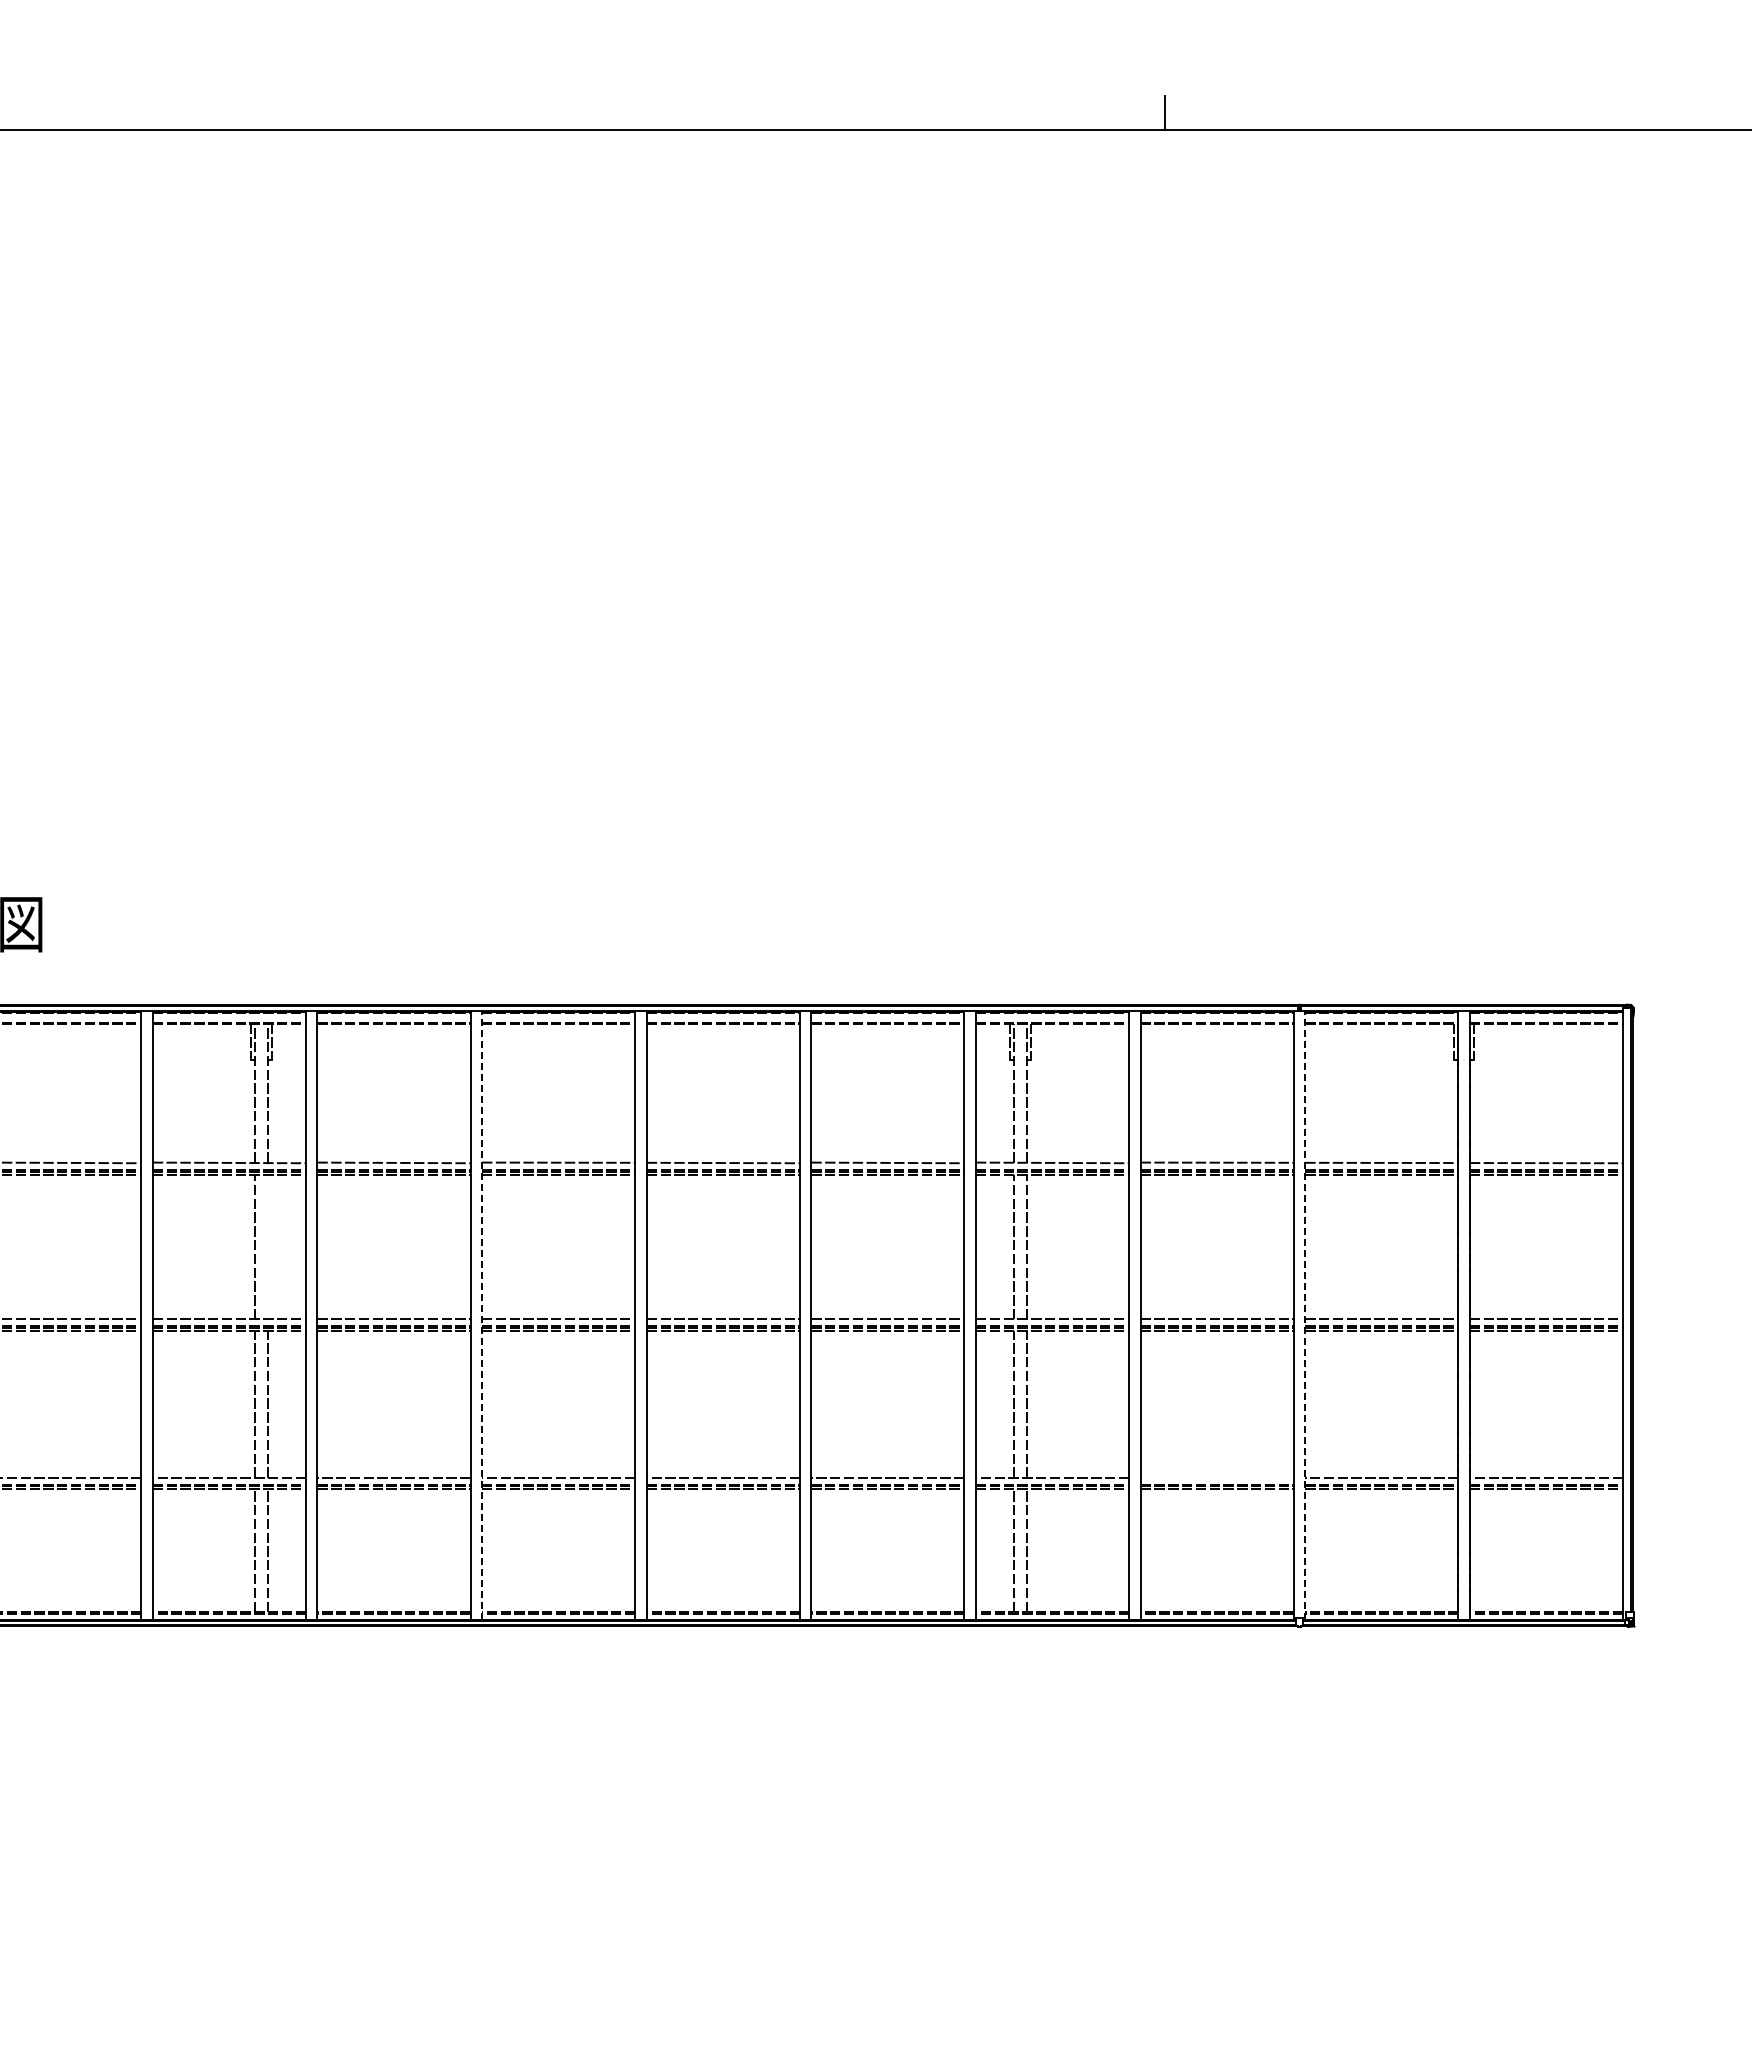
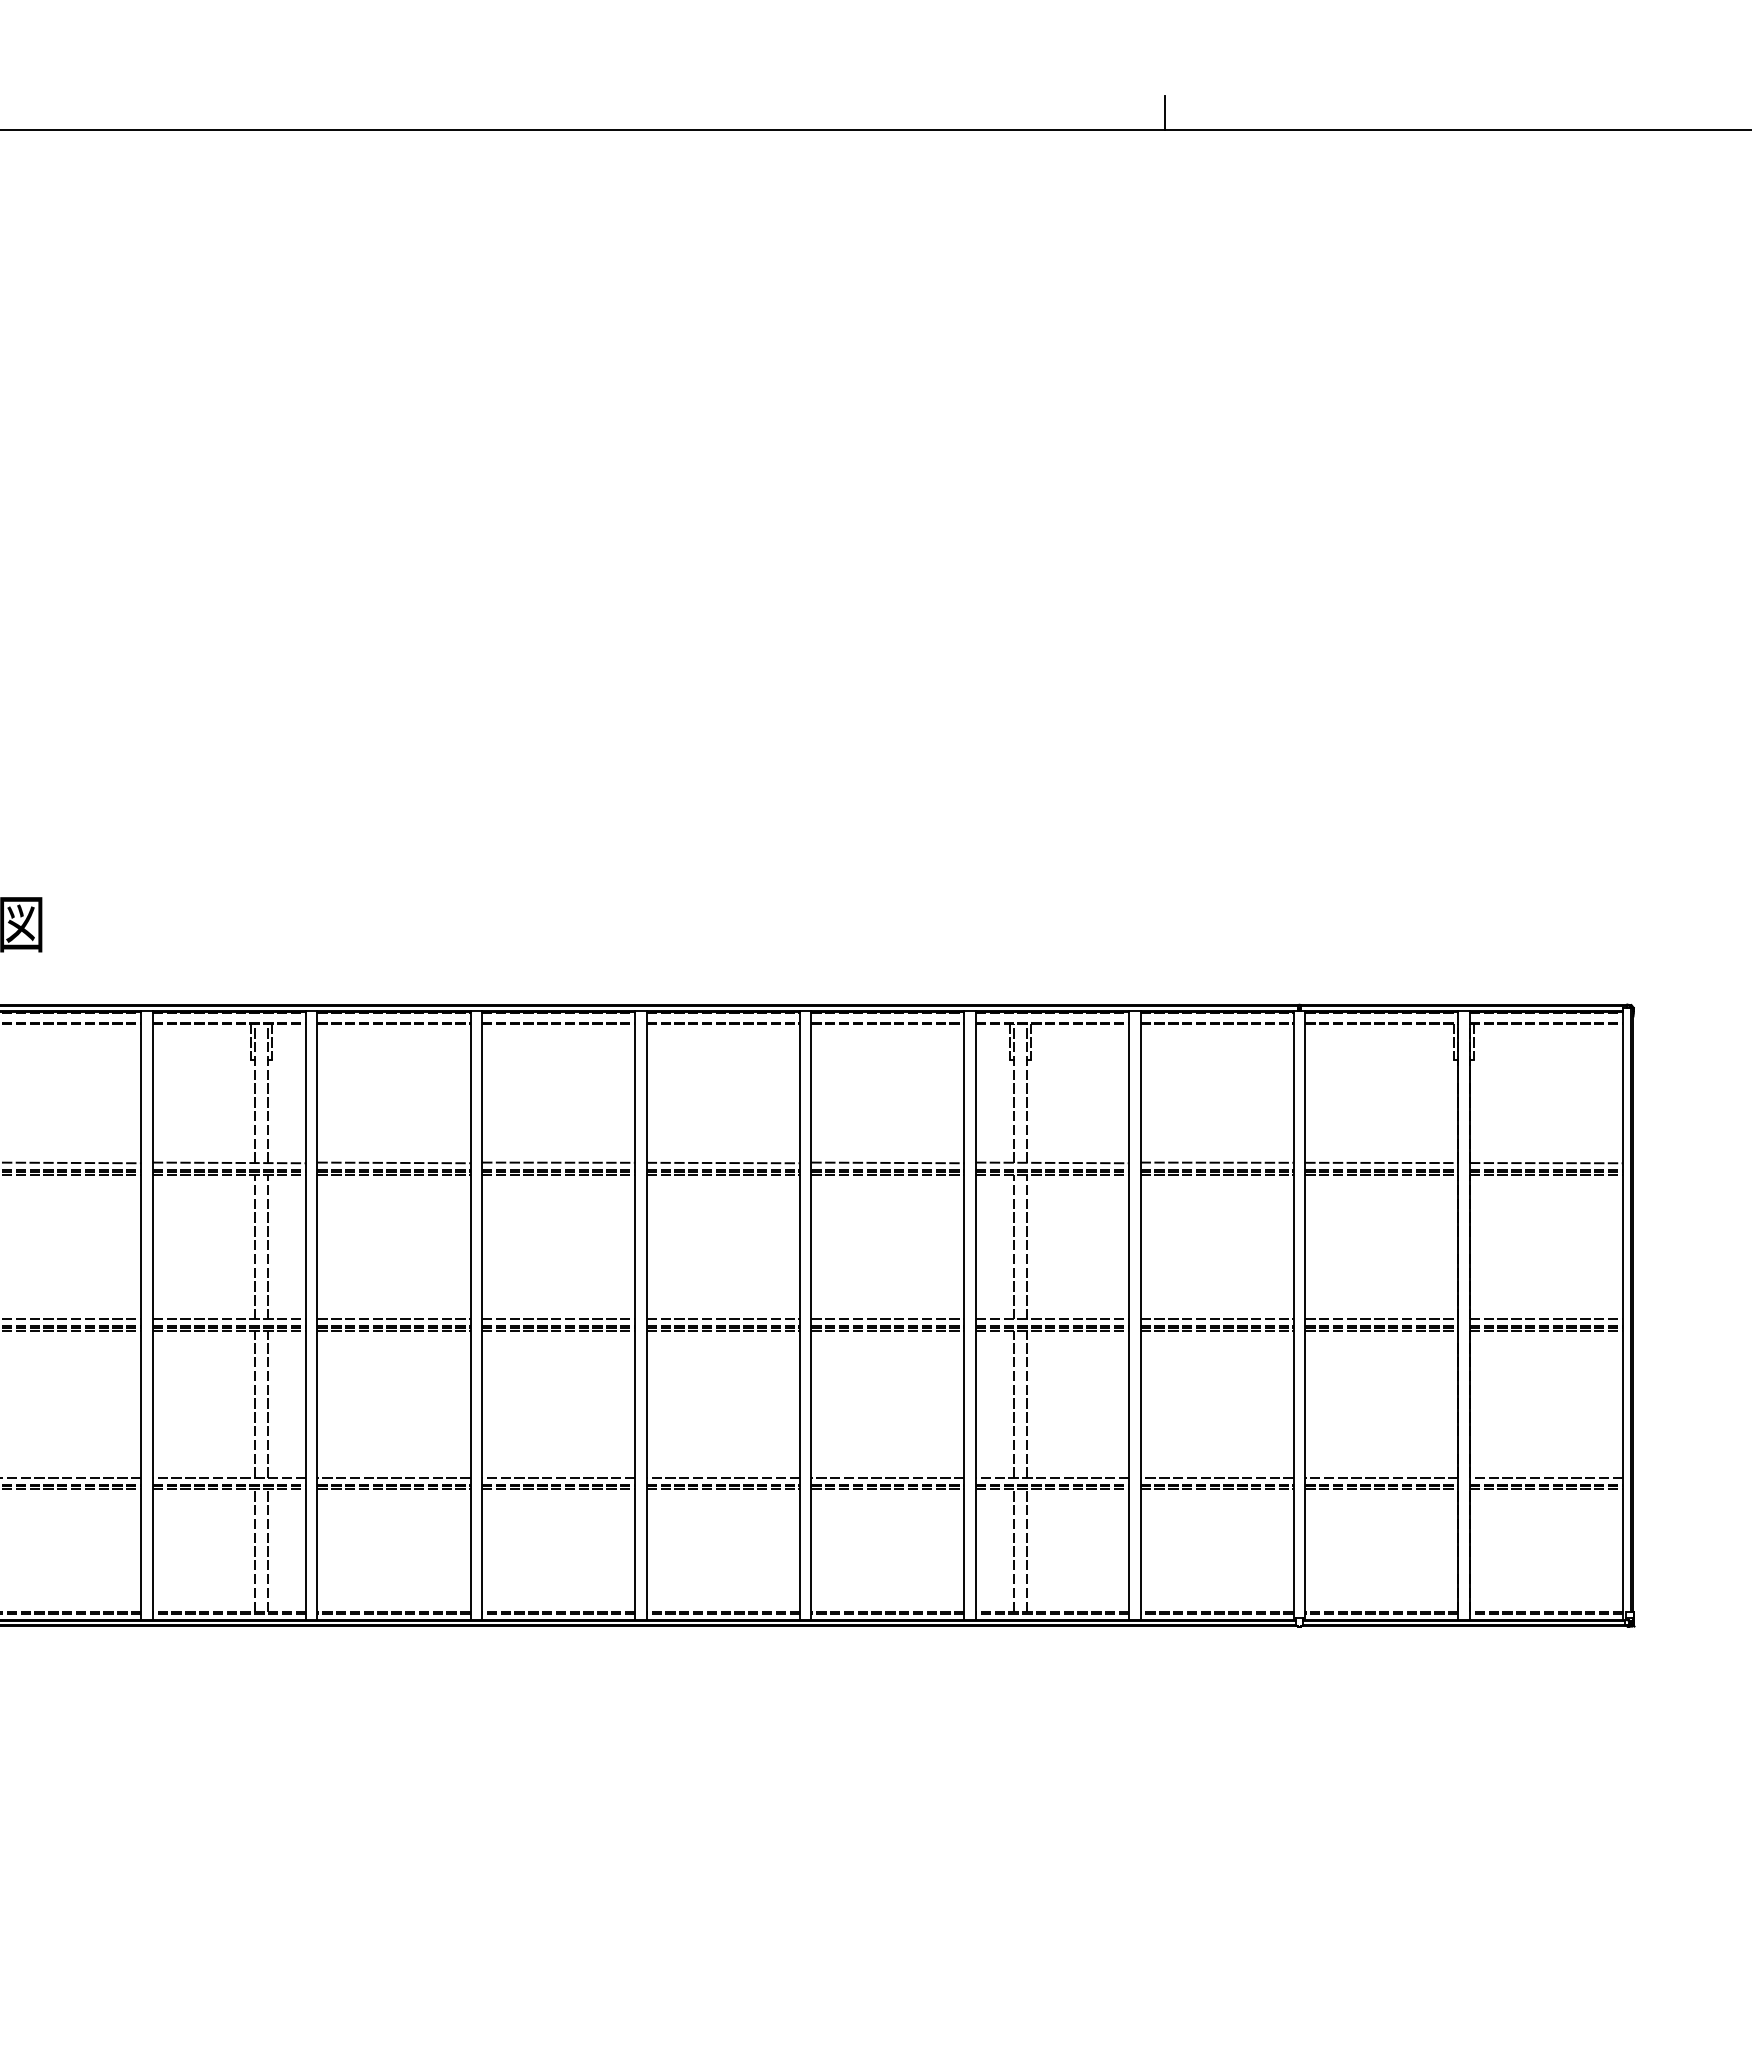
line at (267, 1247): none -> present
line at (482, 1315): dashed -> solid
line at (1305, 1315): dashed -> solid
line at (1216, 1477): none -> present
